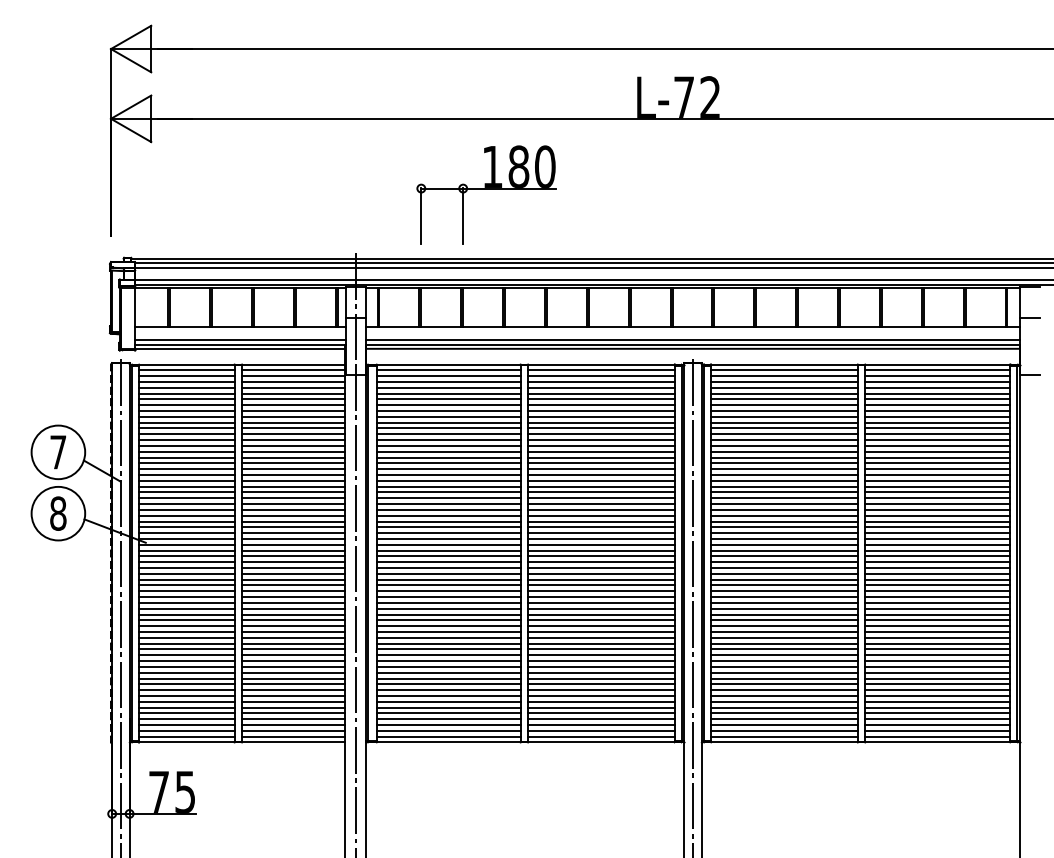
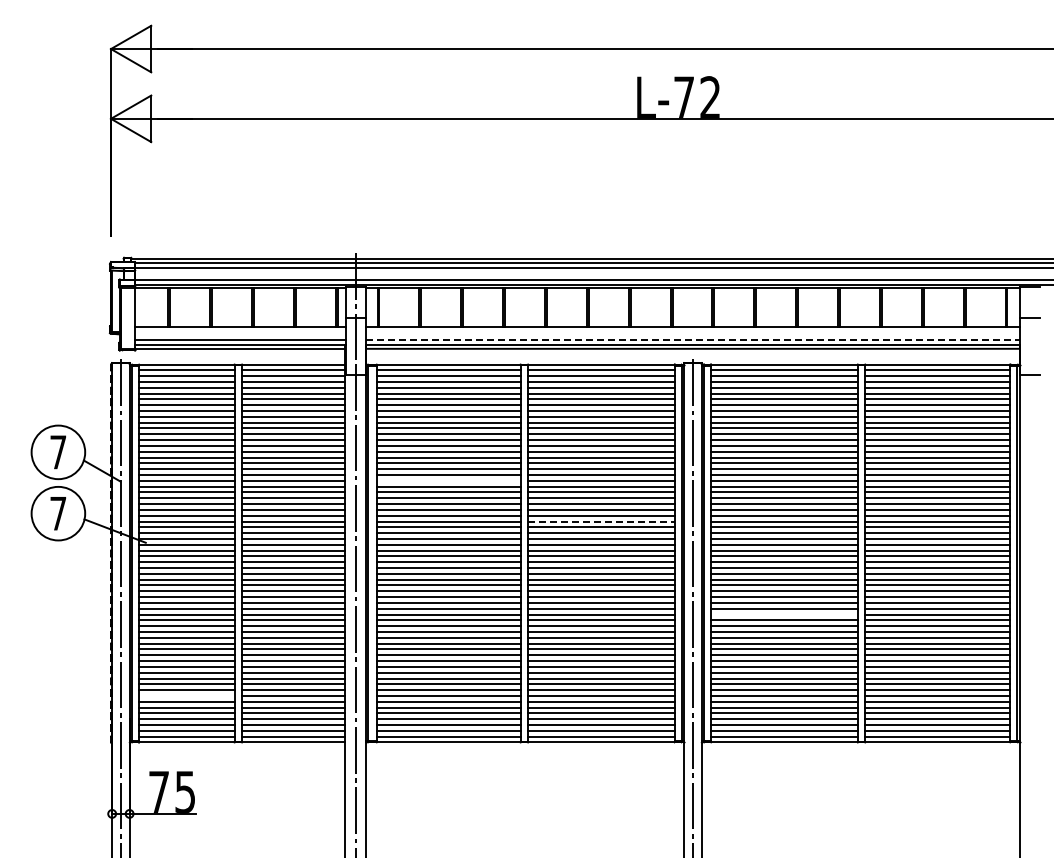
part at (486, 194): present -> none
line at (693, 339): solid -> dashed
line at (448, 480): present -> none
text at (58, 513): 8 -> 7
line at (601, 521): solid -> dashed
line at (784, 614): present -> none
line at (186, 695): present -> none
